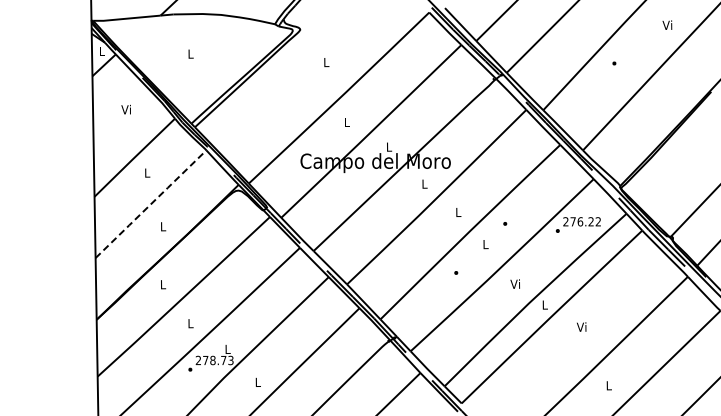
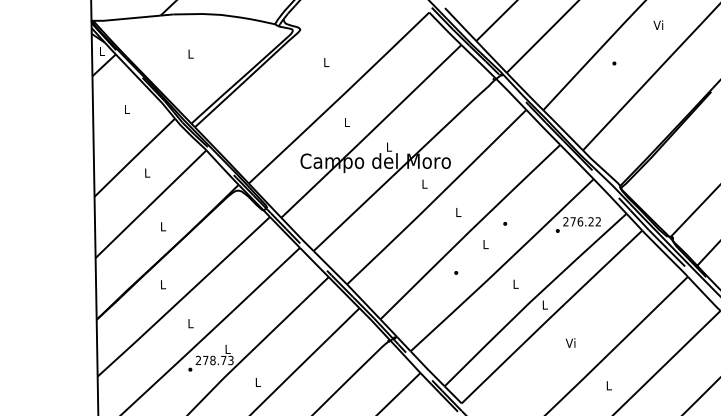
text at (667, 24) position: (667, 24) -> (658, 24)
text at (125, 109): Vi -> L
line at (150, 204): dashed -> solid
text at (514, 283): Vi -> L
text at (581, 326) position: (581, 326) -> (570, 342)
